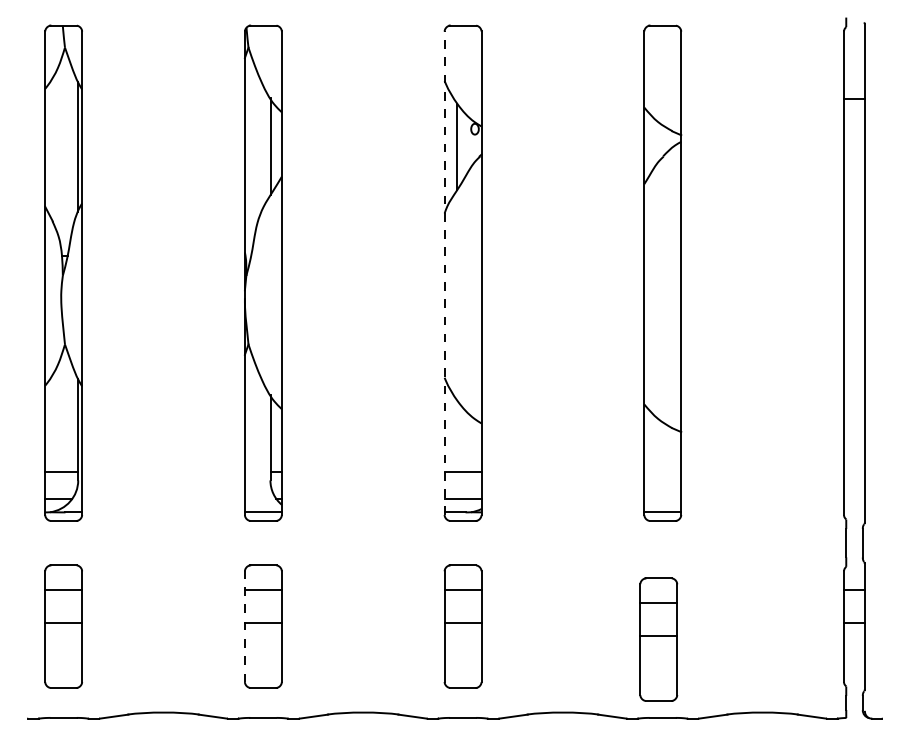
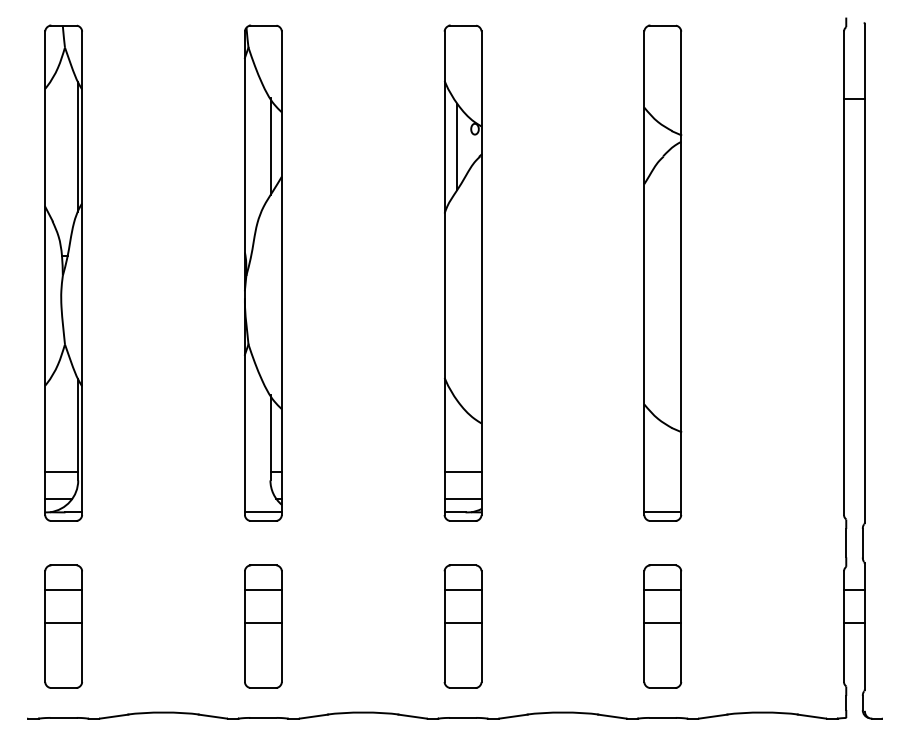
line at (444, 273): dashed -> solid
line at (244, 626): dashed -> solid
part at (658, 639) position: (658, 639) -> (662, 626)
